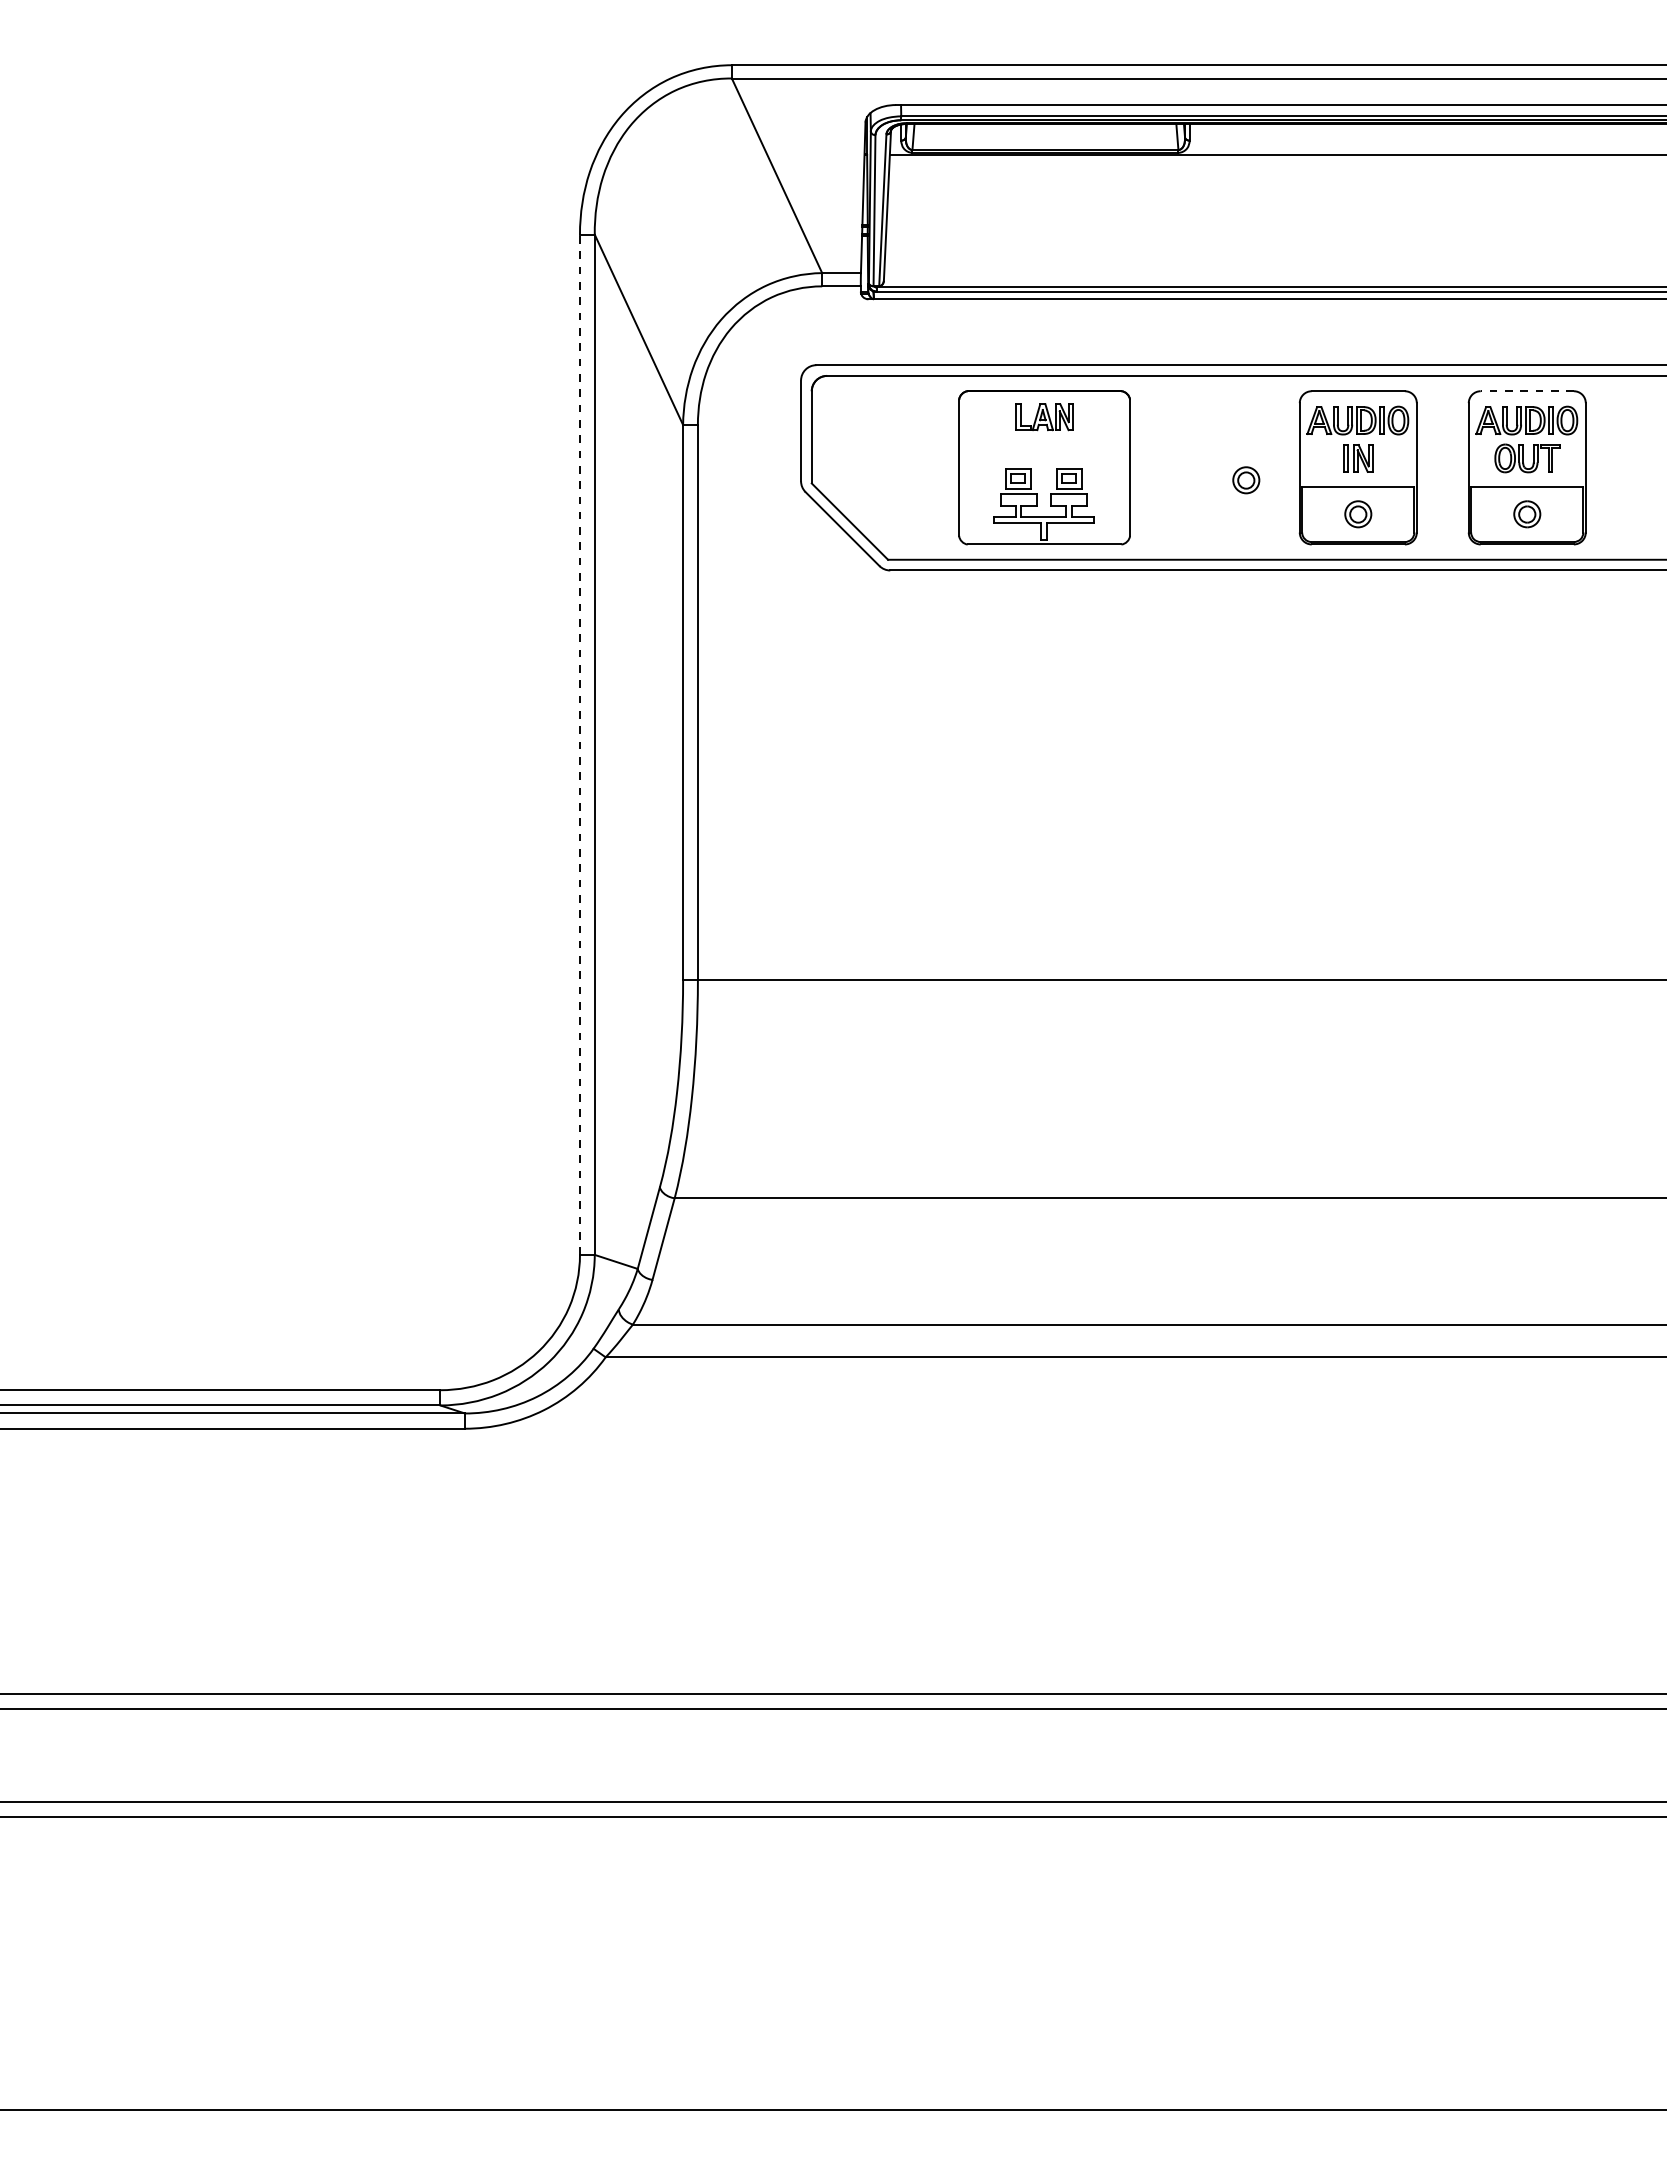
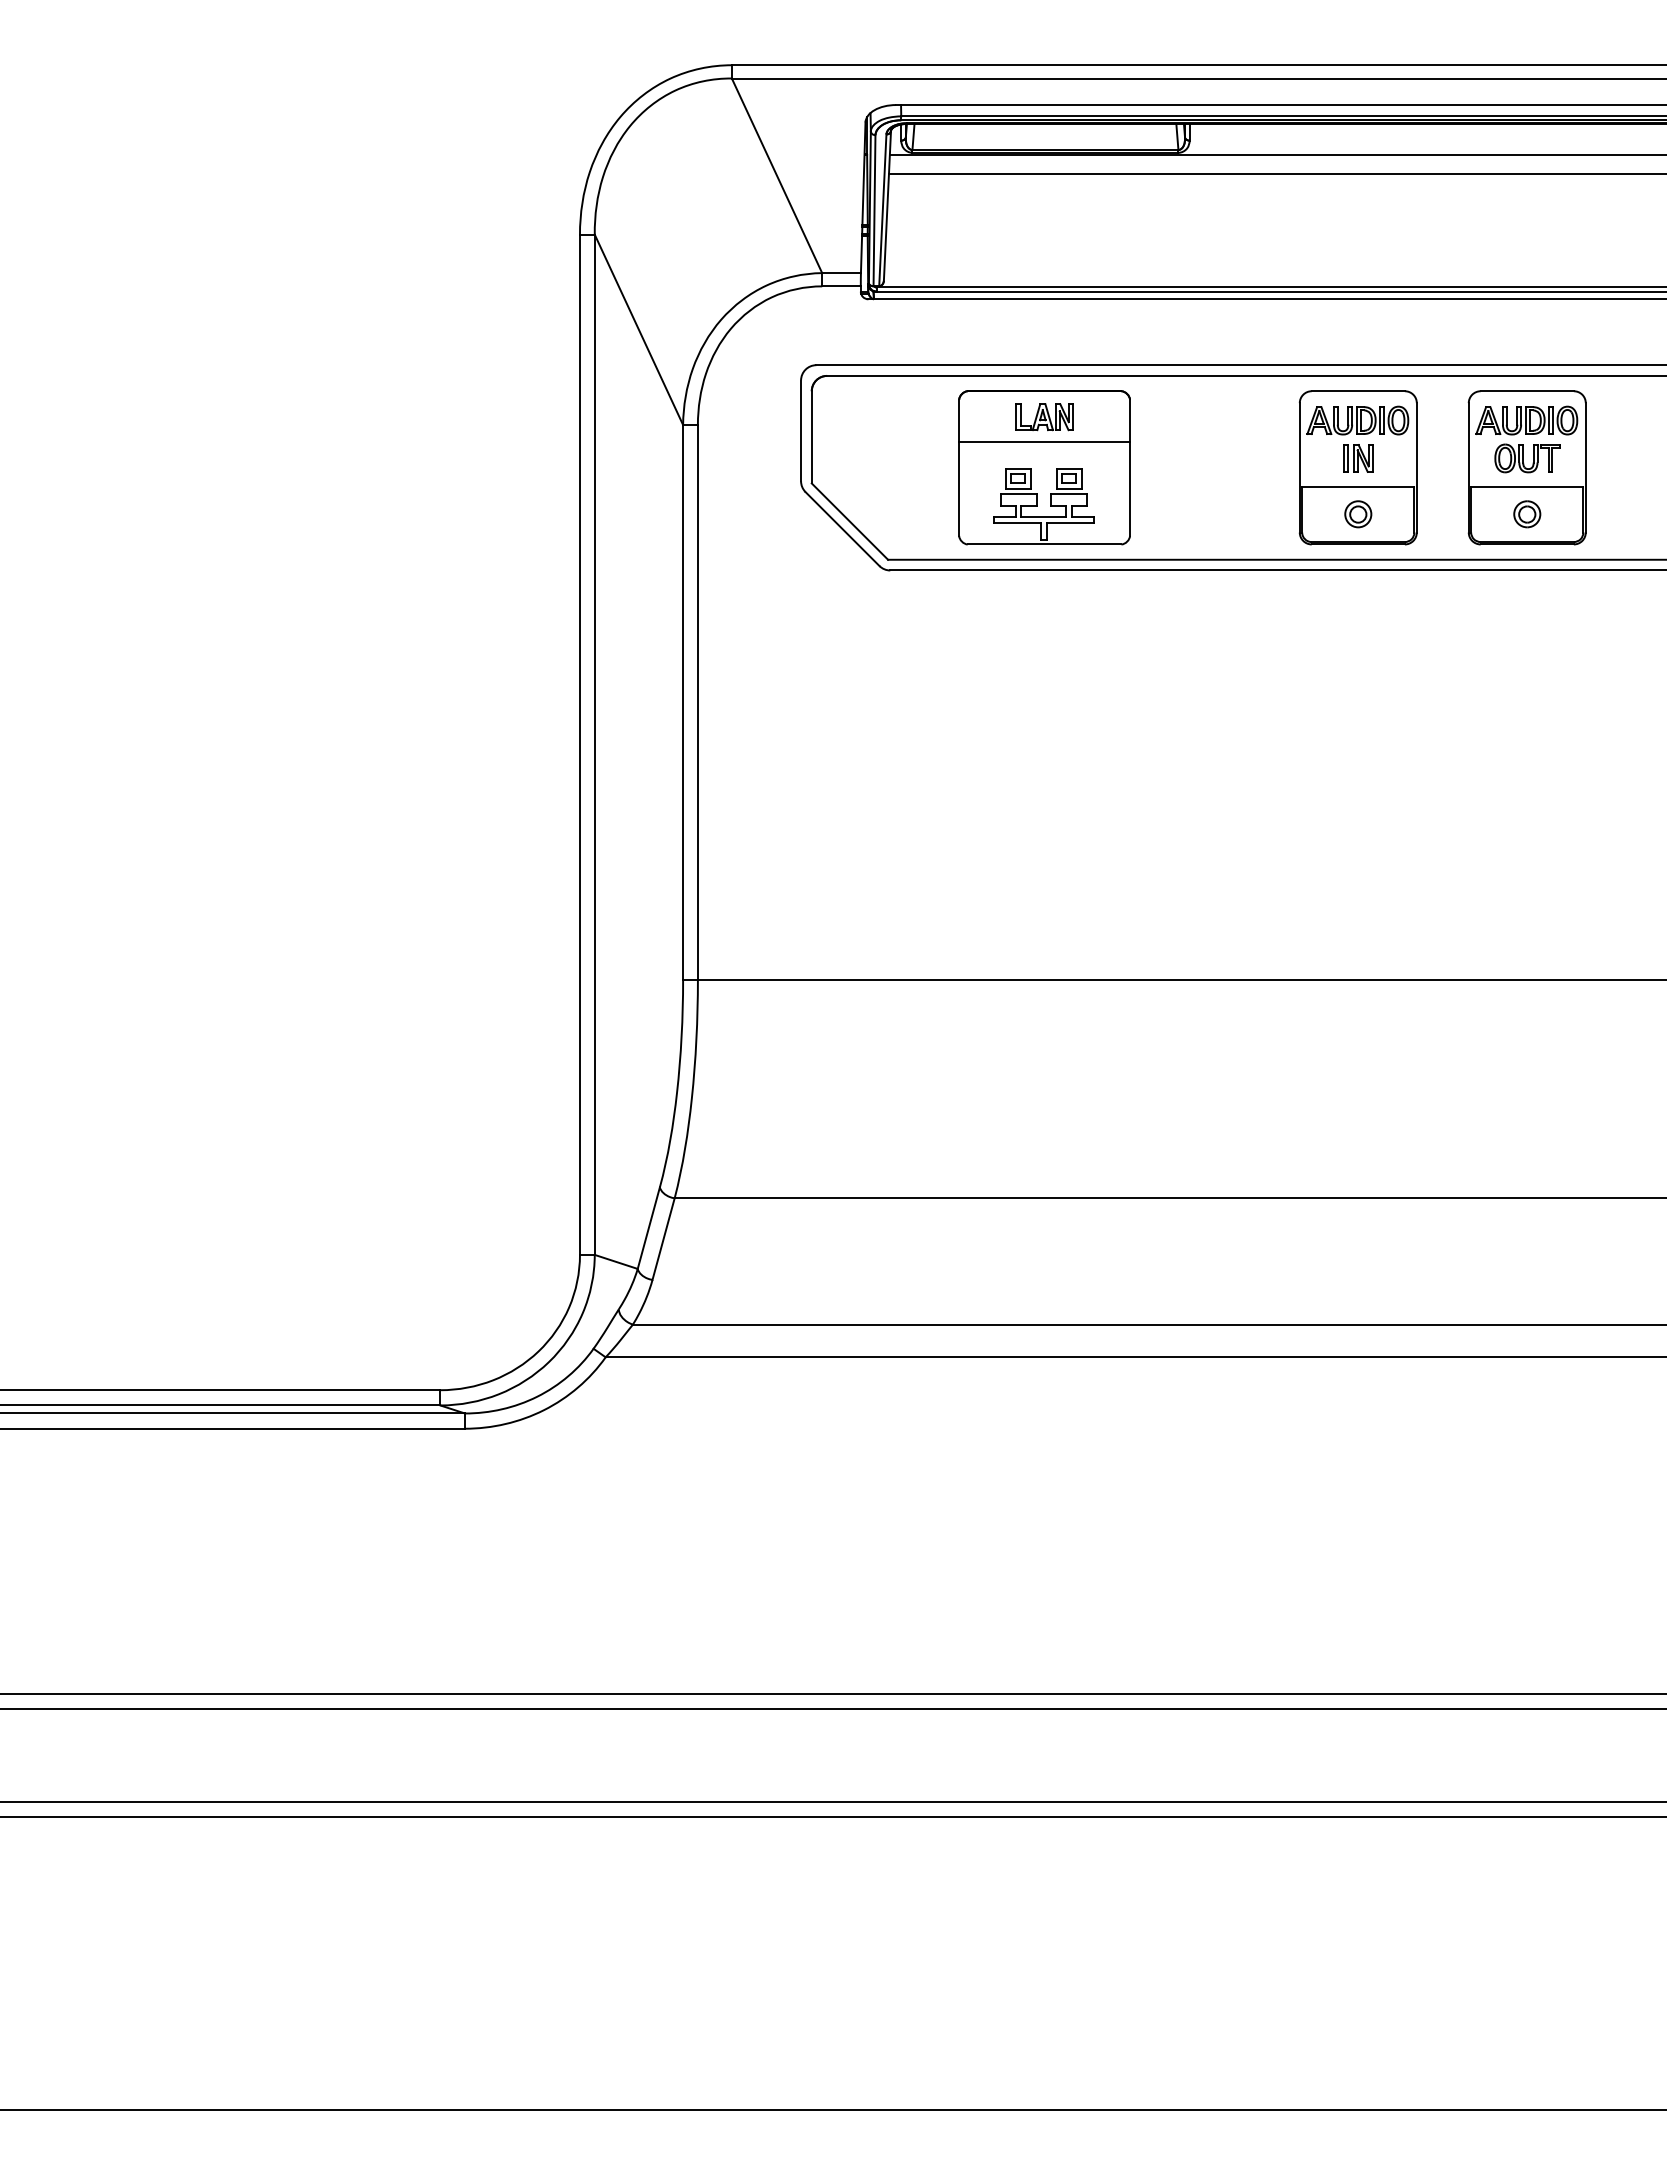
line at (1275, 174): none -> present
line at (1527, 391): dashed -> solid
line at (1044, 442): none -> present
part at (1246, 480): present -> none
line at (579, 744): dashed -> solid
